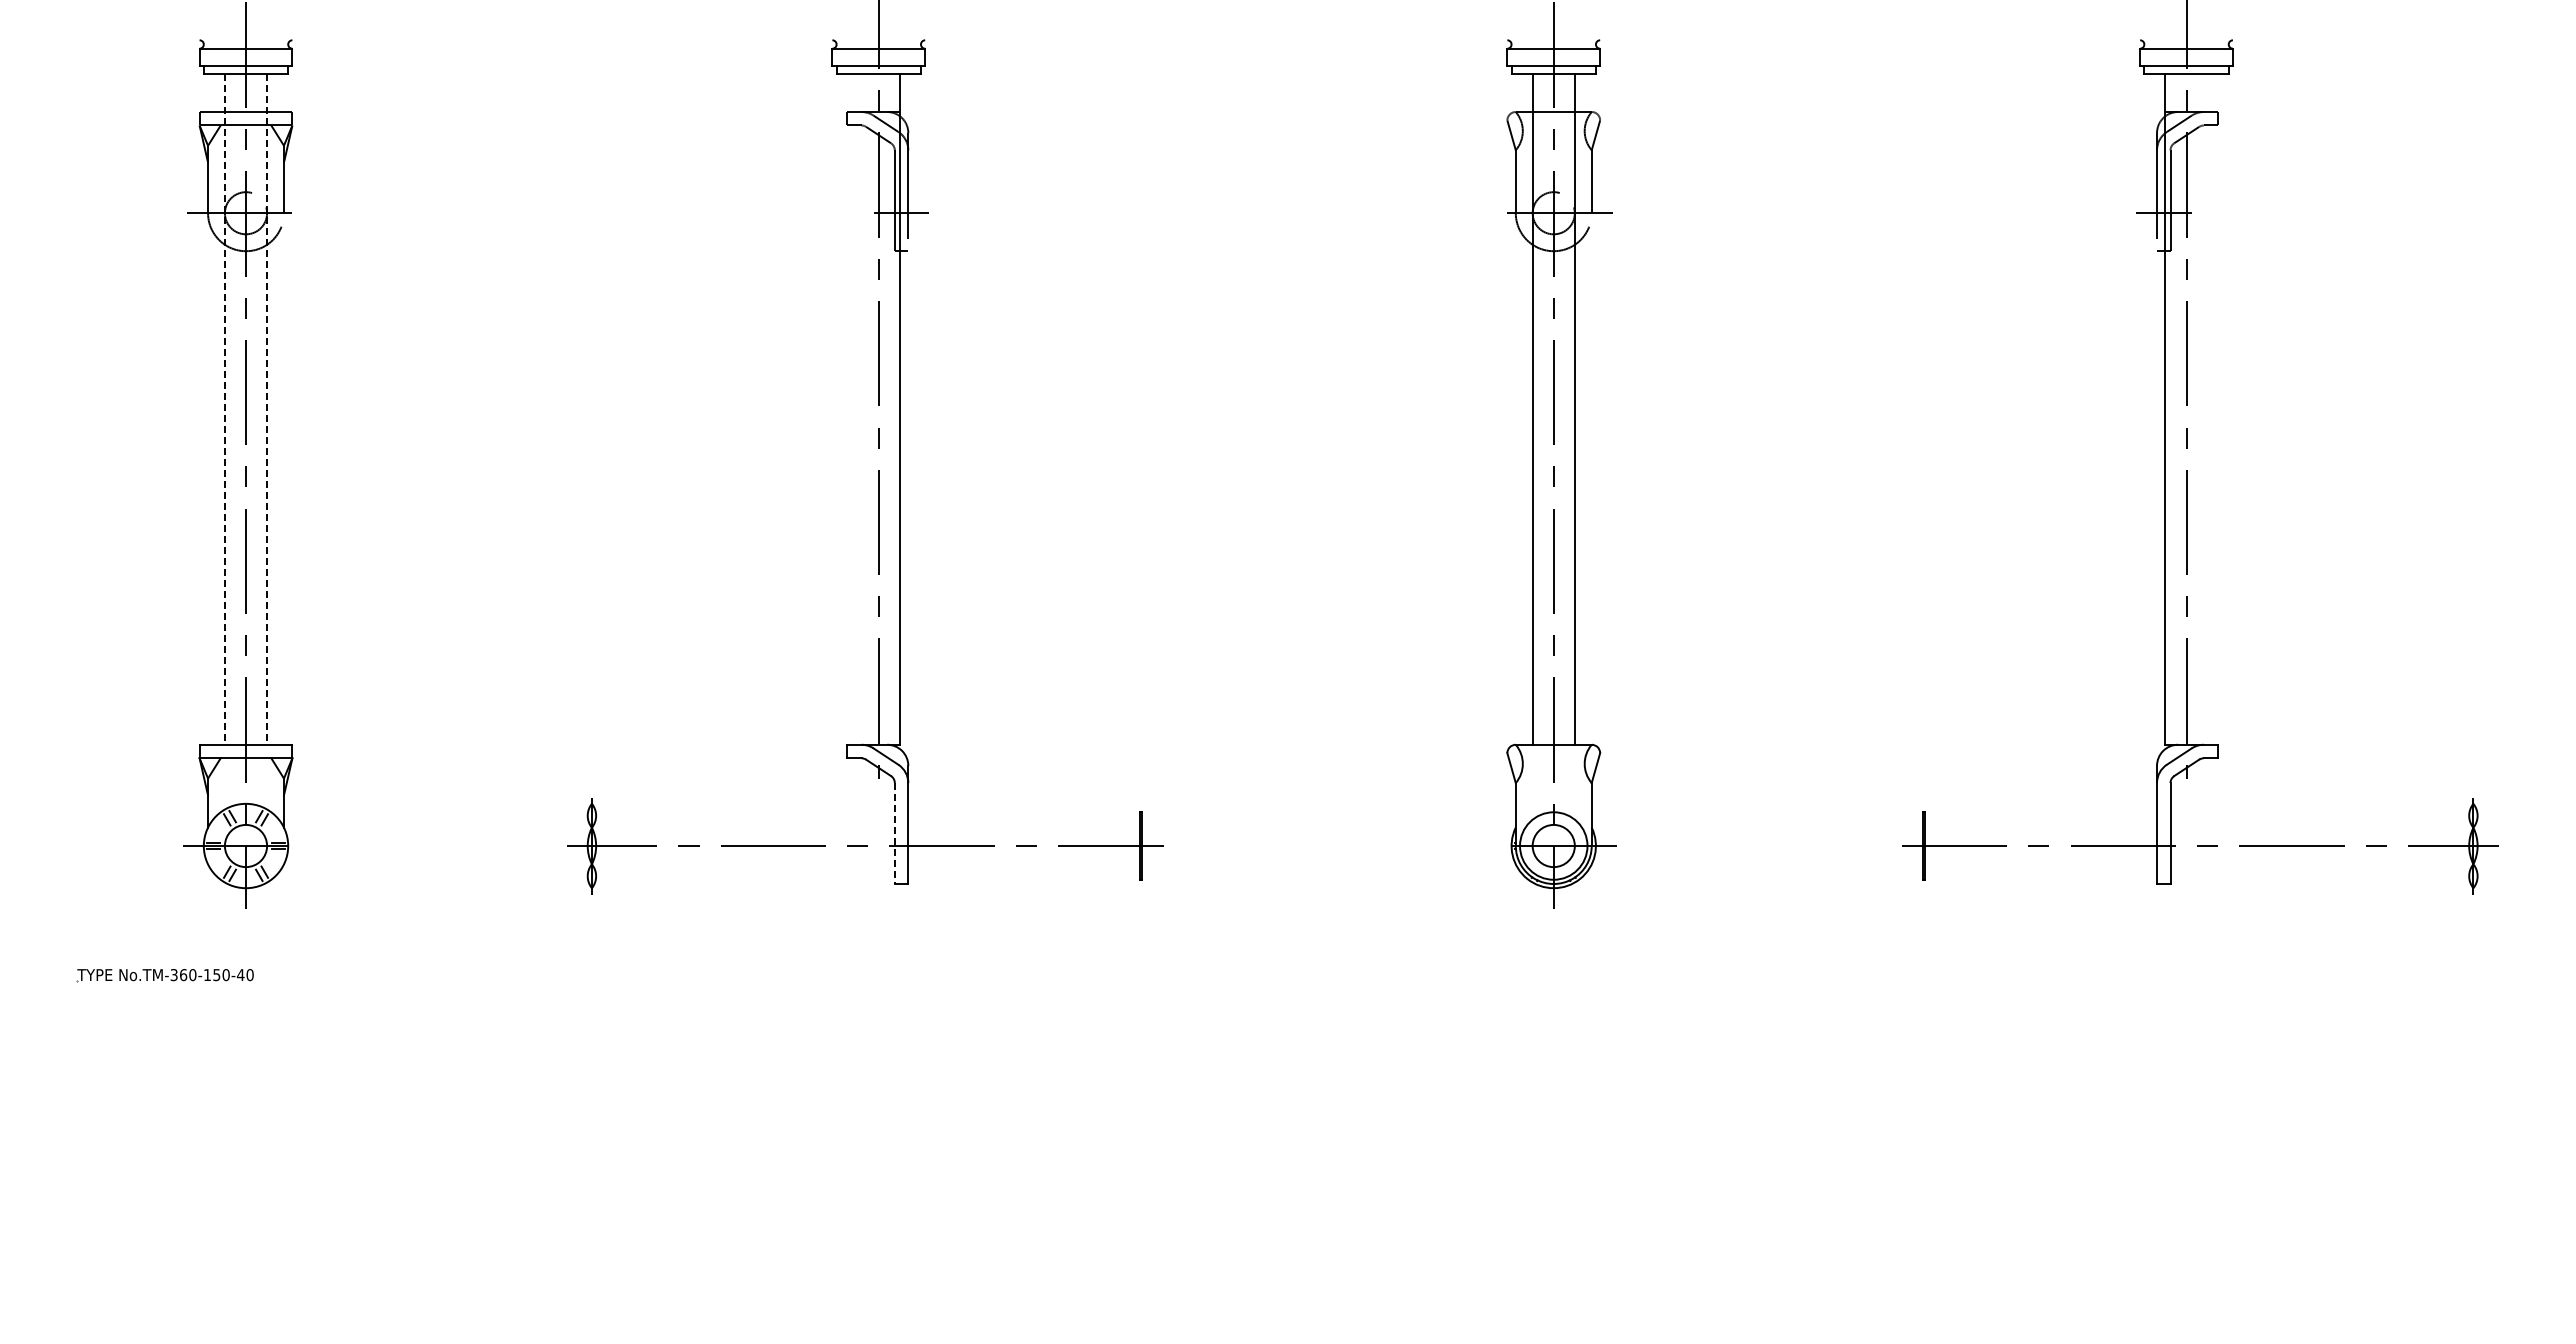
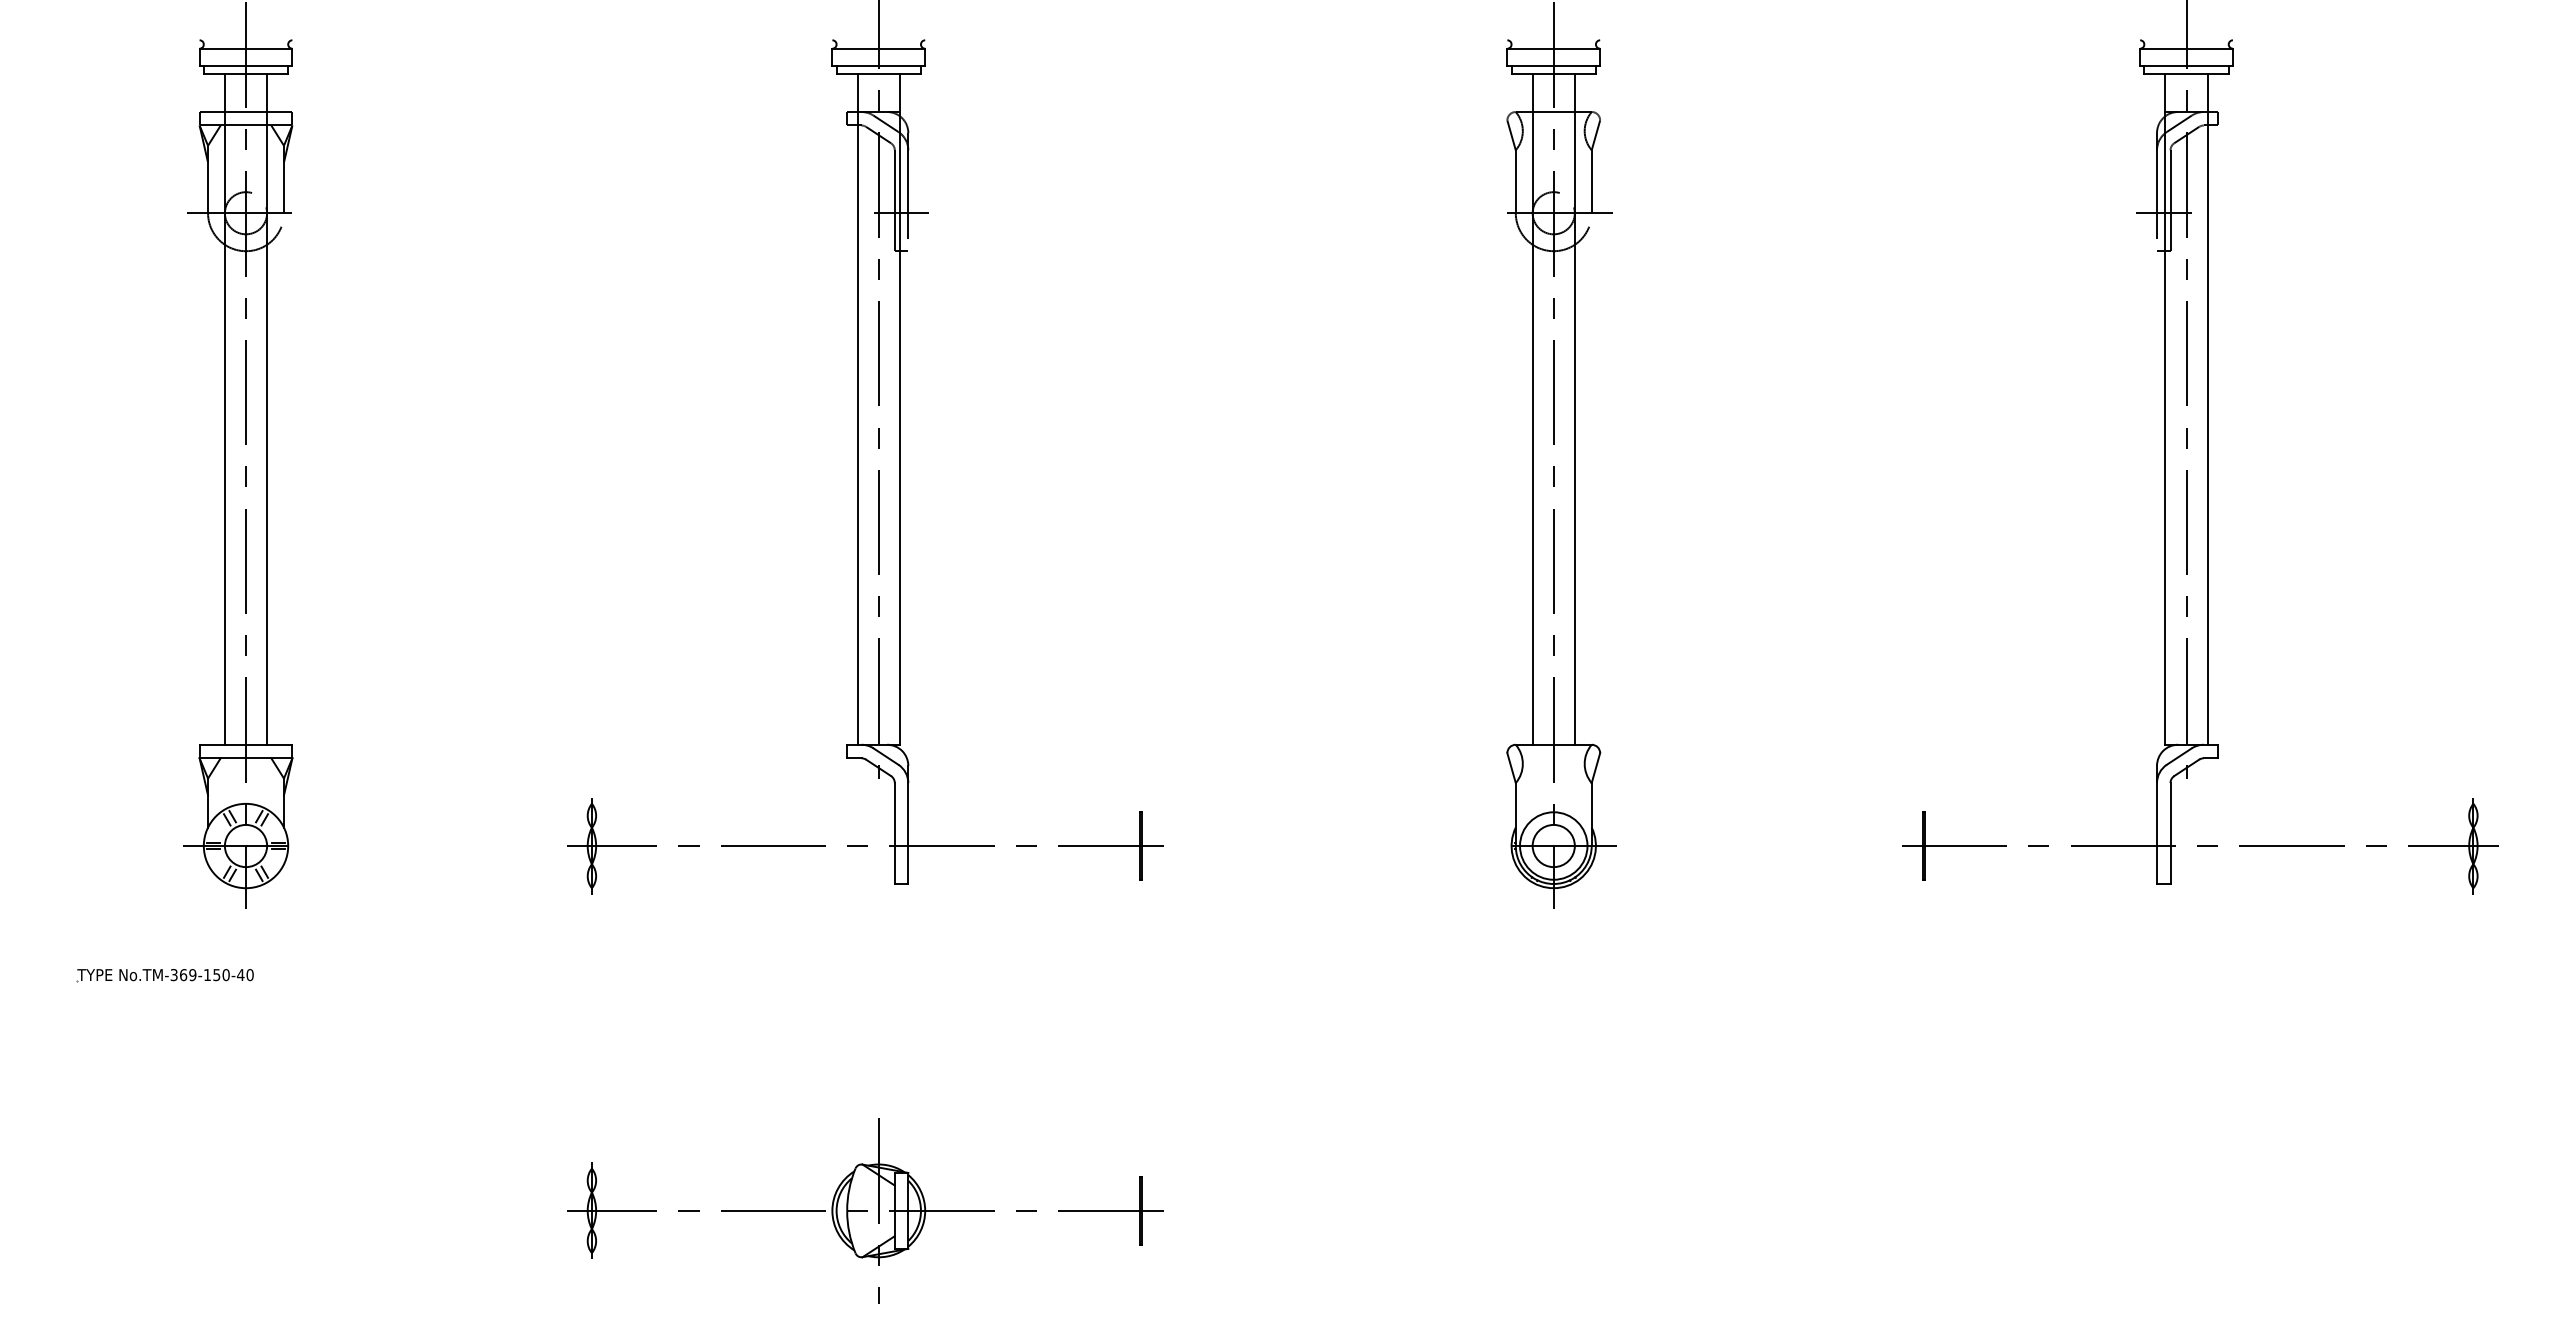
line at (224, 409): dashed -> solid
line at (267, 409): dashed -> solid
line at (857, 409): none -> present
line at (2207, 409): none -> present
line at (894, 834): dashed -> solid
text at (192, 975): No.TM-360-150-40 -> No.TM-369-150-40
part at (865, 1210): none -> present
